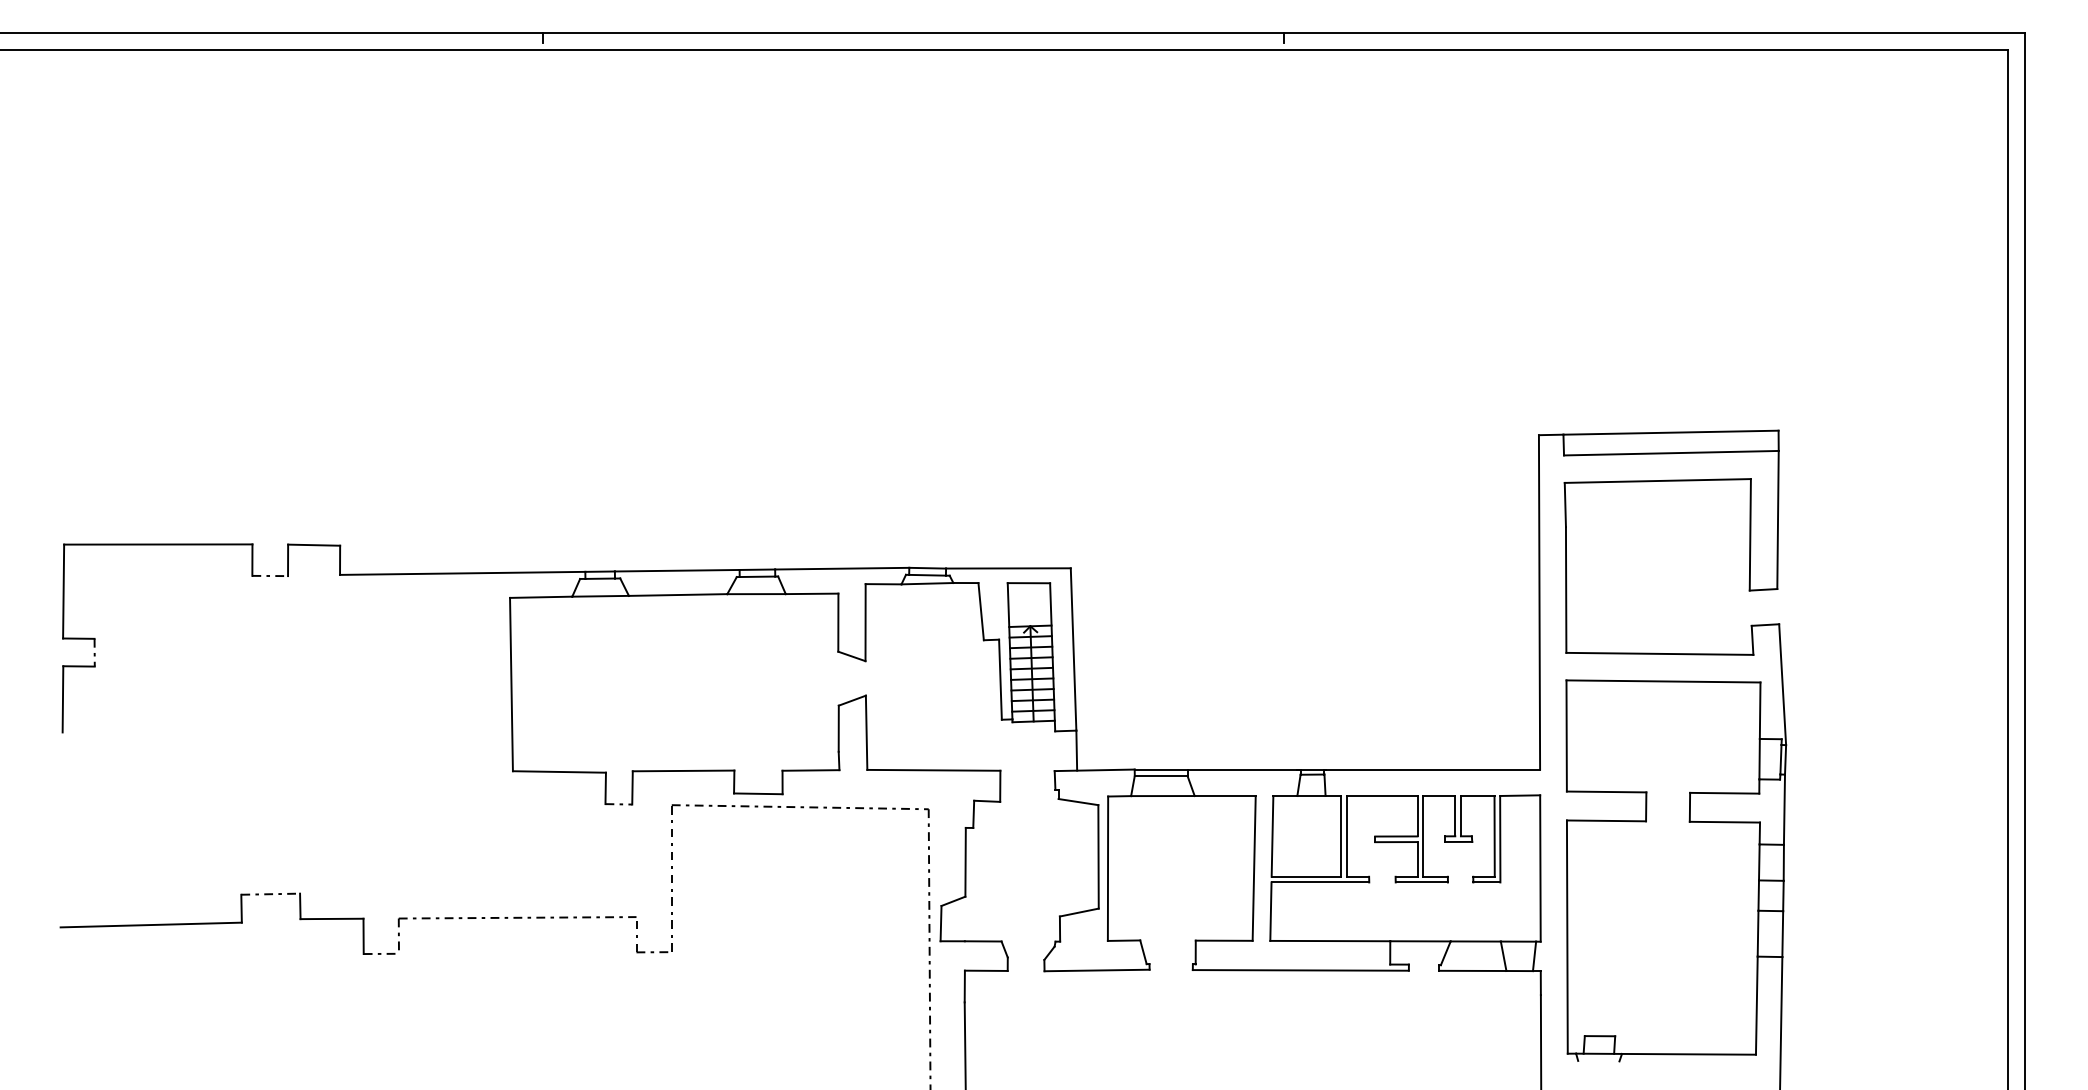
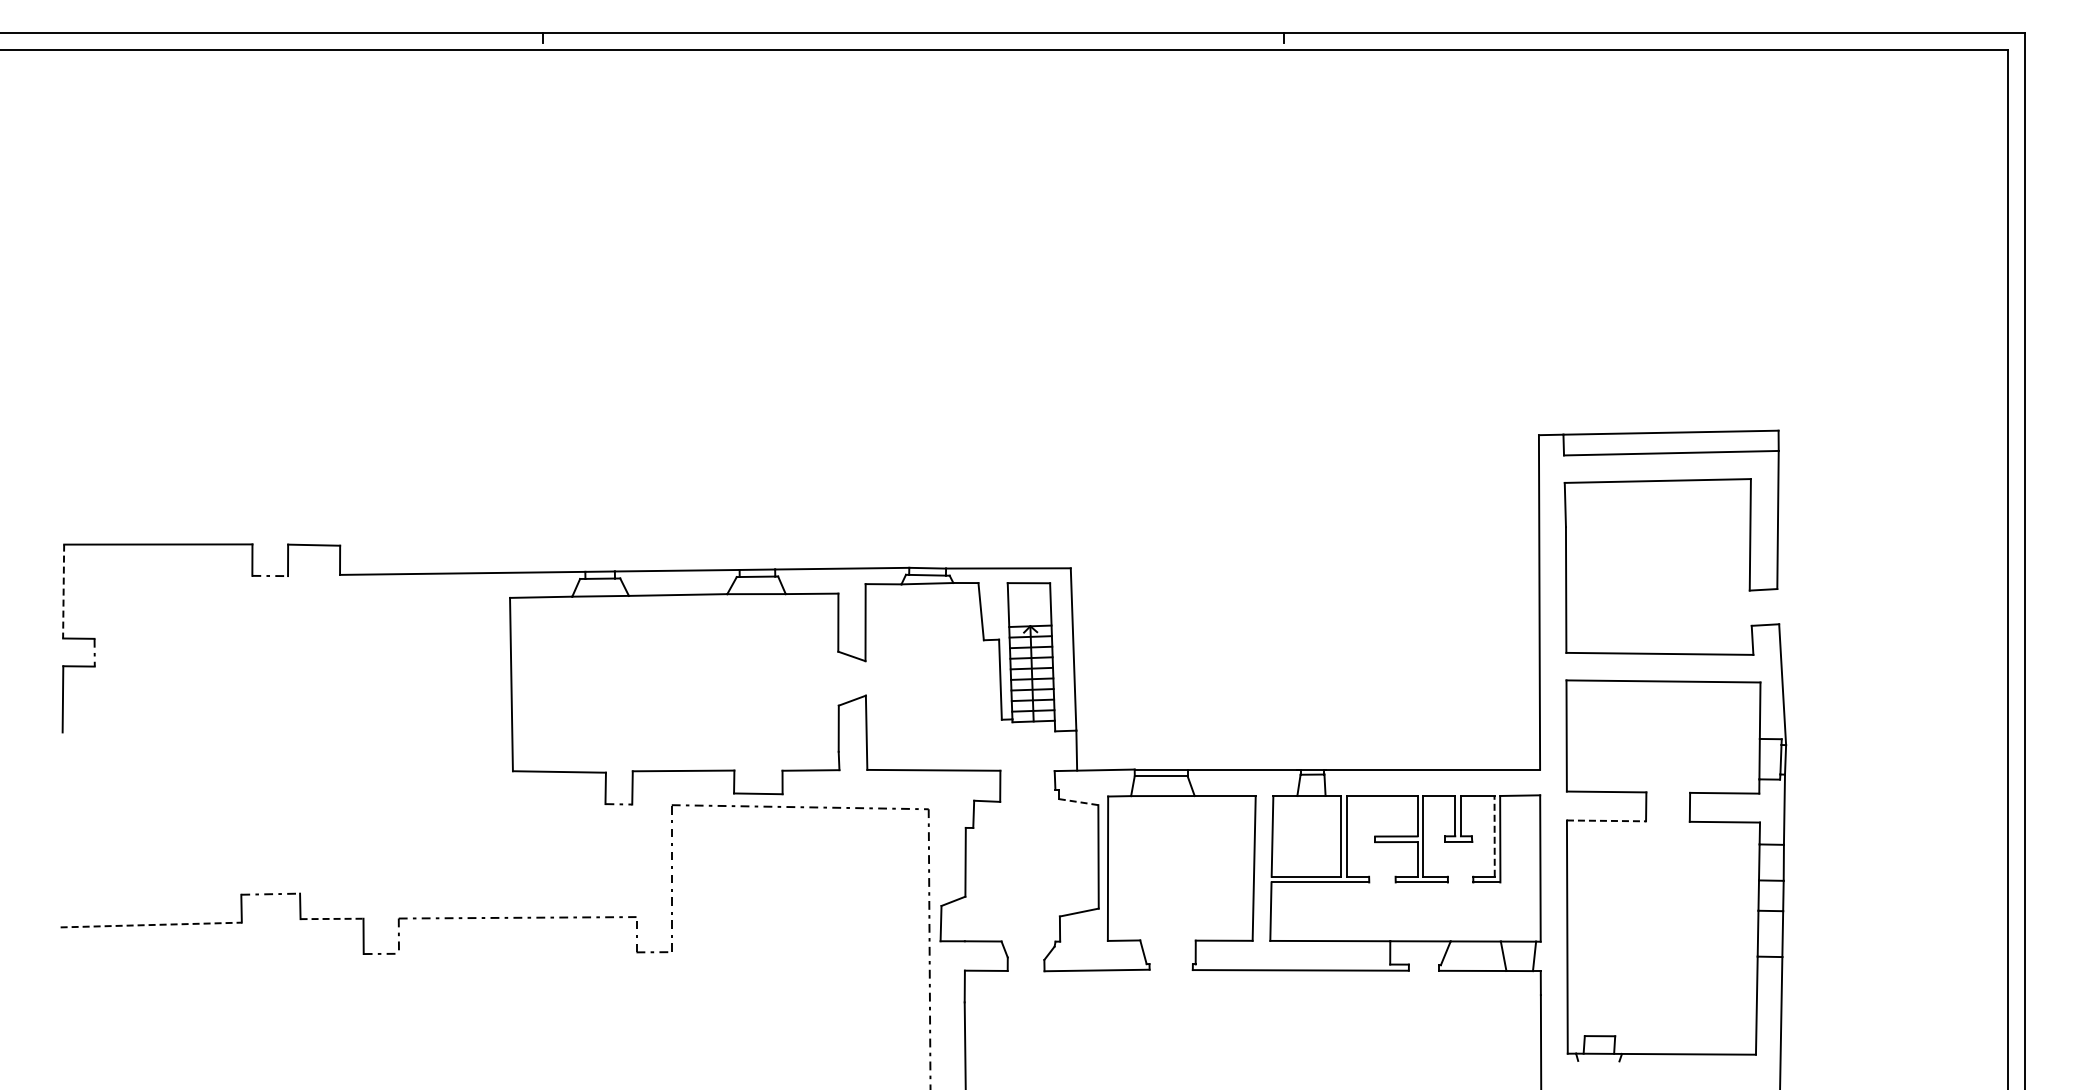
line at (63, 591): solid -> dashed
line at (1077, 802): solid -> dashed
line at (1606, 820): solid -> dashed
line at (1494, 835): solid -> dashed
line at (332, 918): solid -> dashed
line at (151, 925): solid -> dashed
